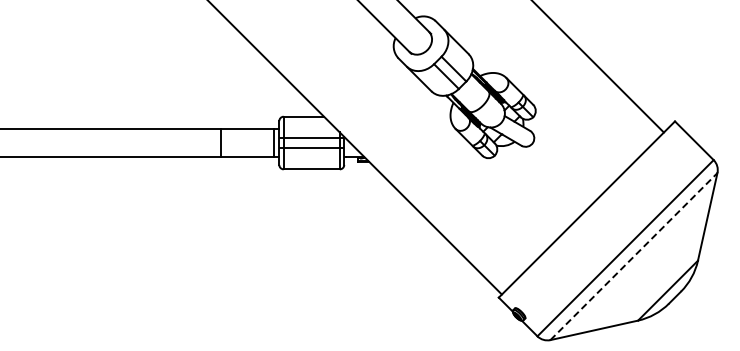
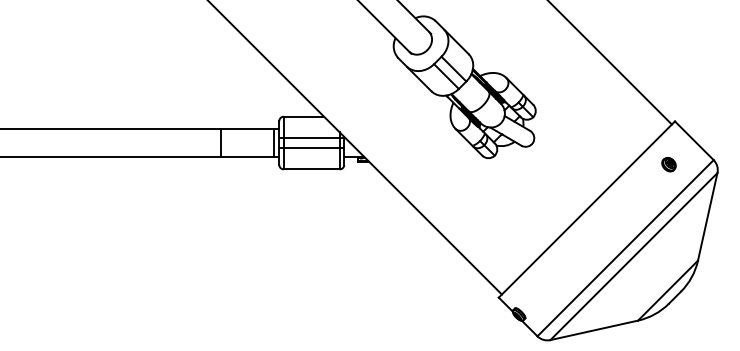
line at (598, 67) position: (598, 67) -> (610, 63)
part at (668, 164): none -> present
line at (634, 256): dashed -> solid
